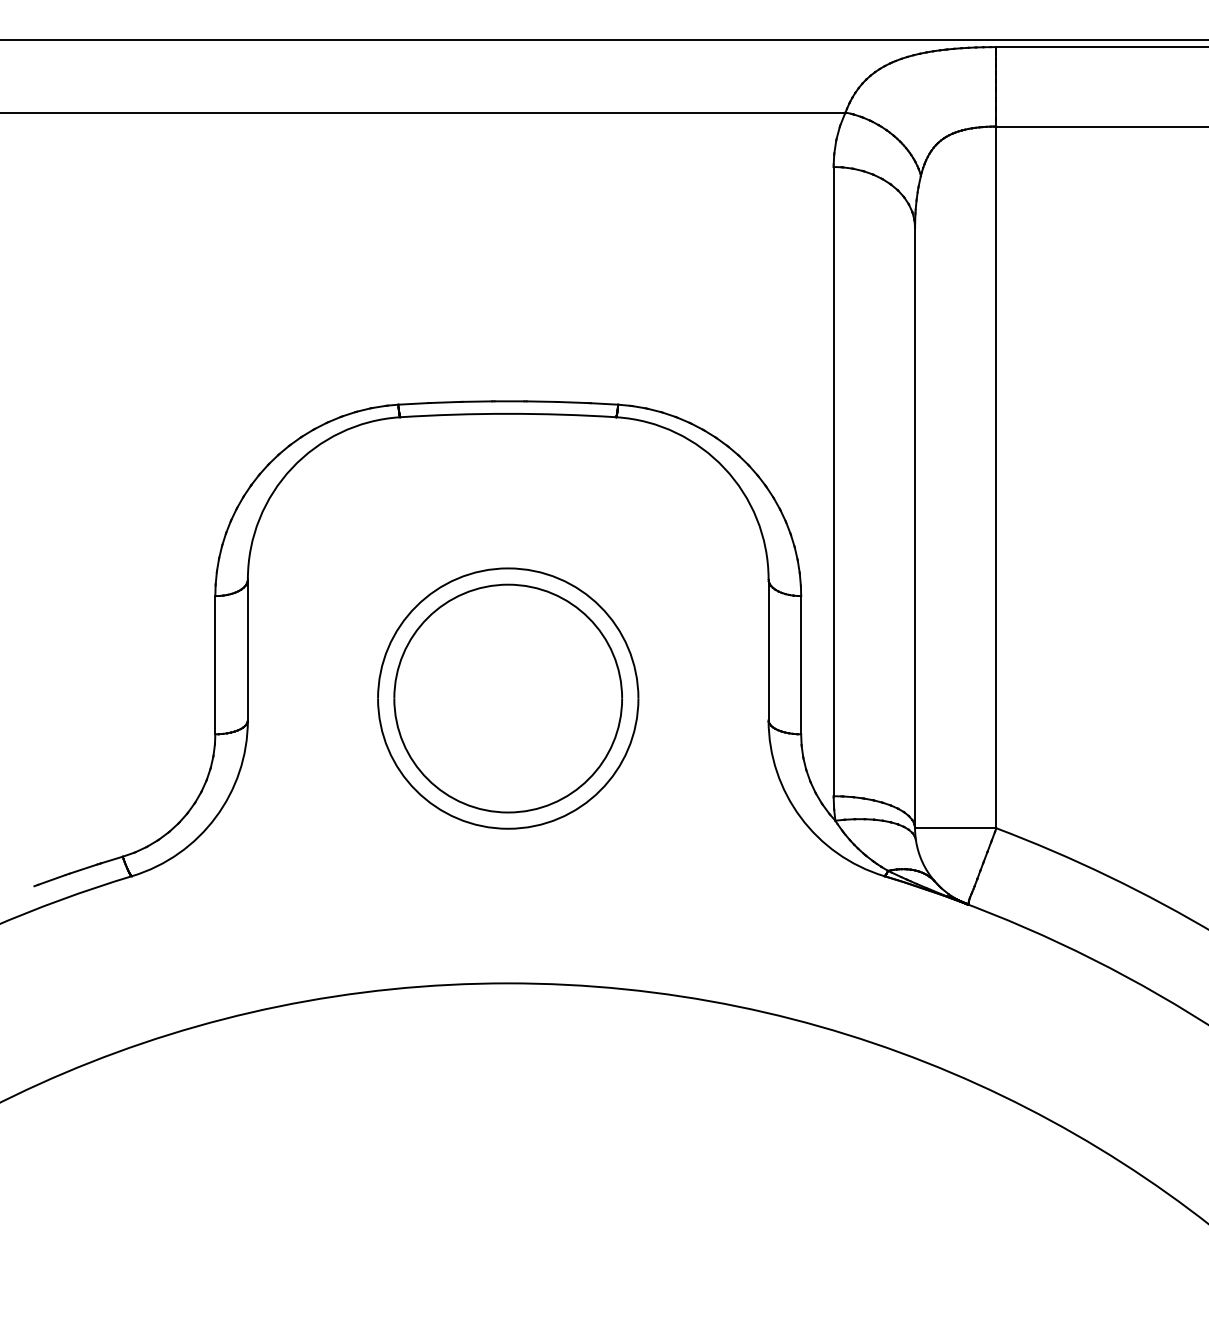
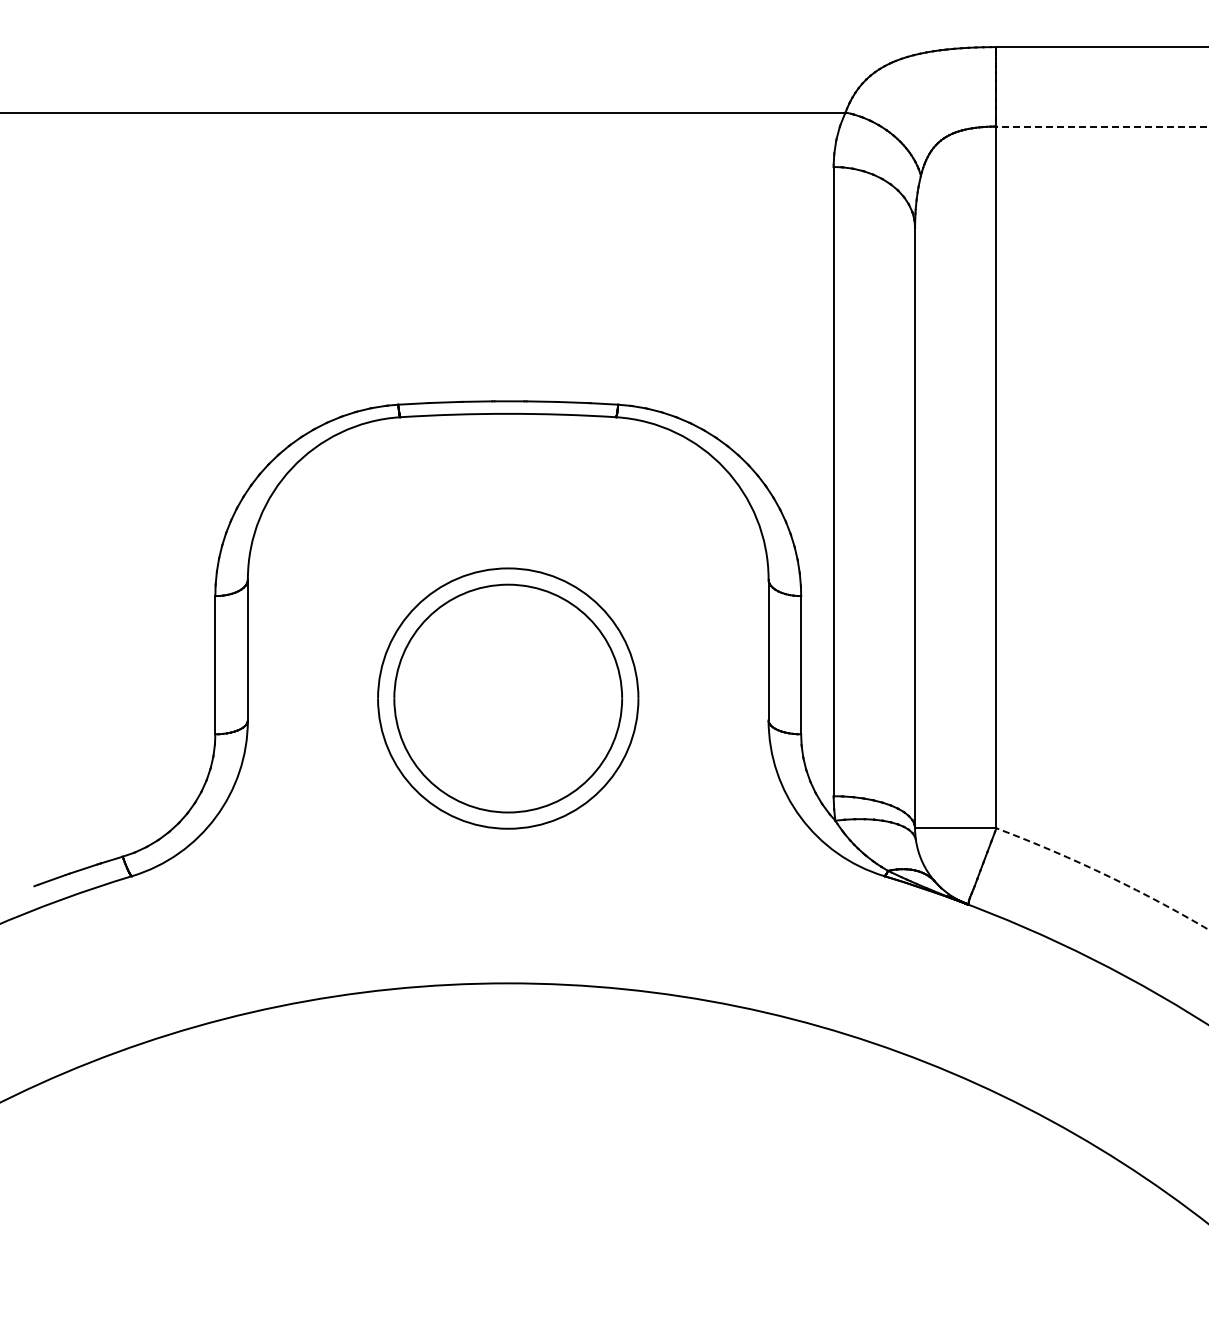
line at (603, 39): present -> none
line at (1102, 126): solid -> dashed
arc at (1104, 874): solid -> dashed
